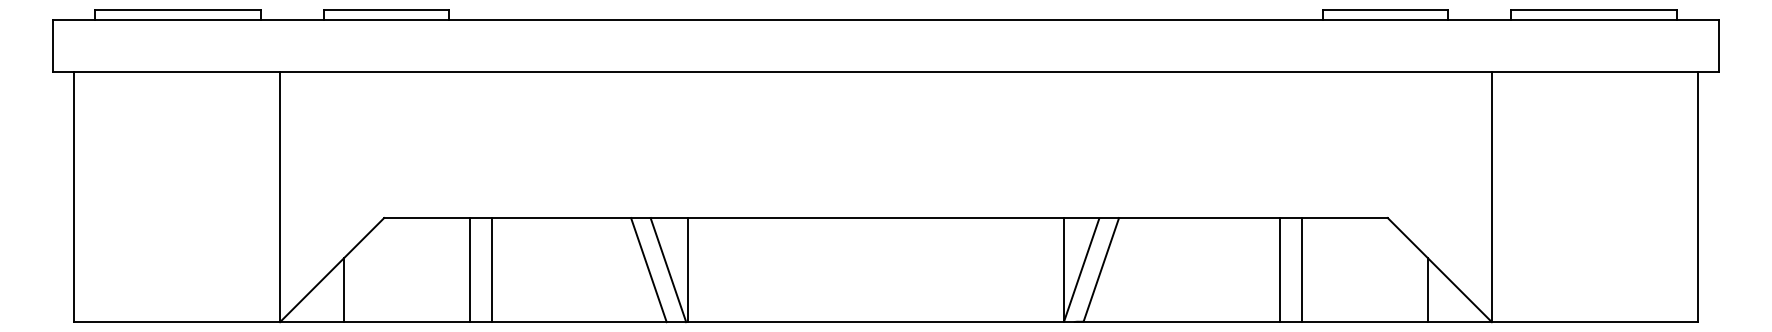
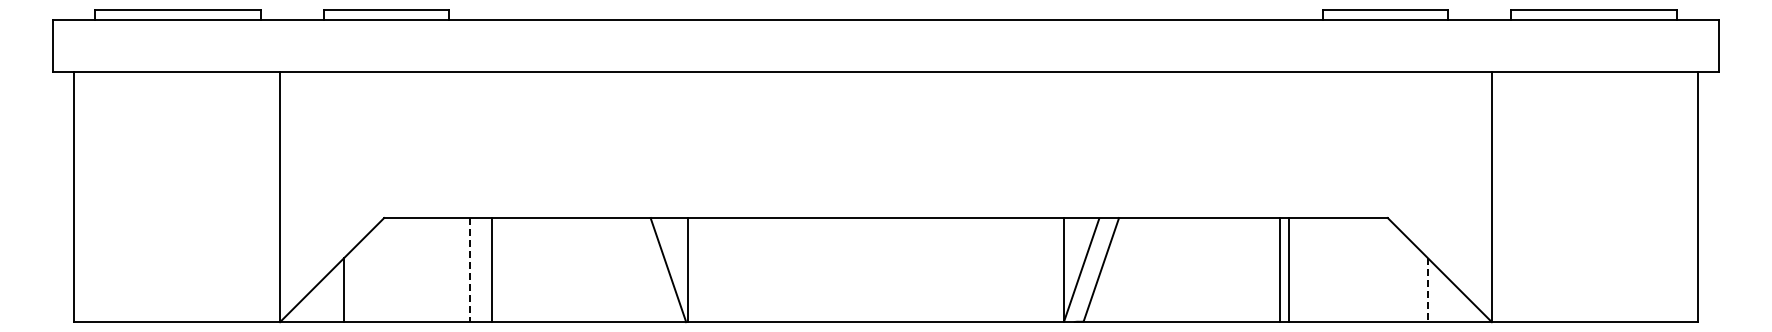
line at (469, 270): solid -> dashed
line at (648, 270): present -> none
line at (1302, 270) position: (1302, 270) -> (1289, 270)
line at (1427, 290): solid -> dashed
